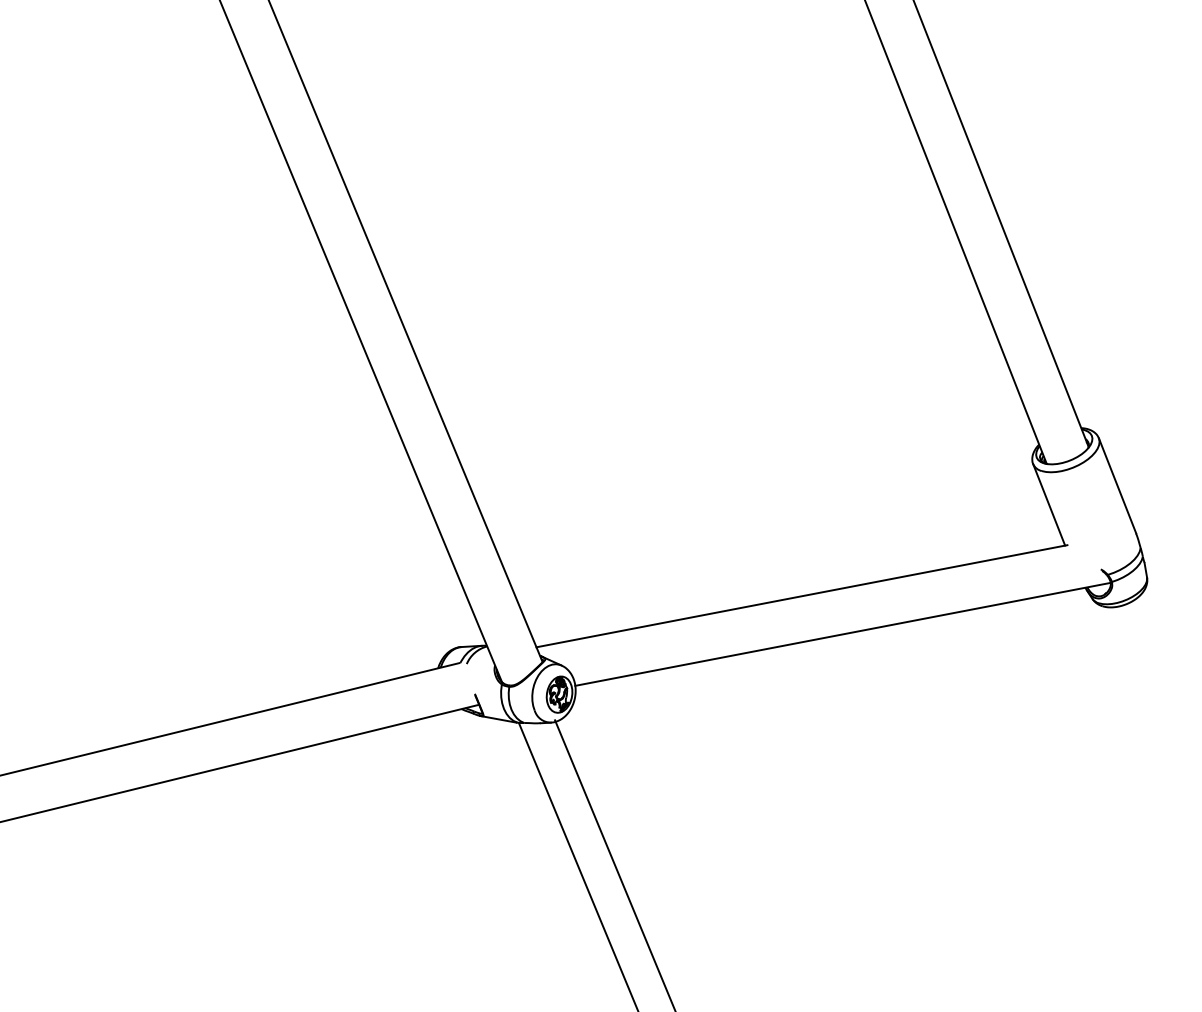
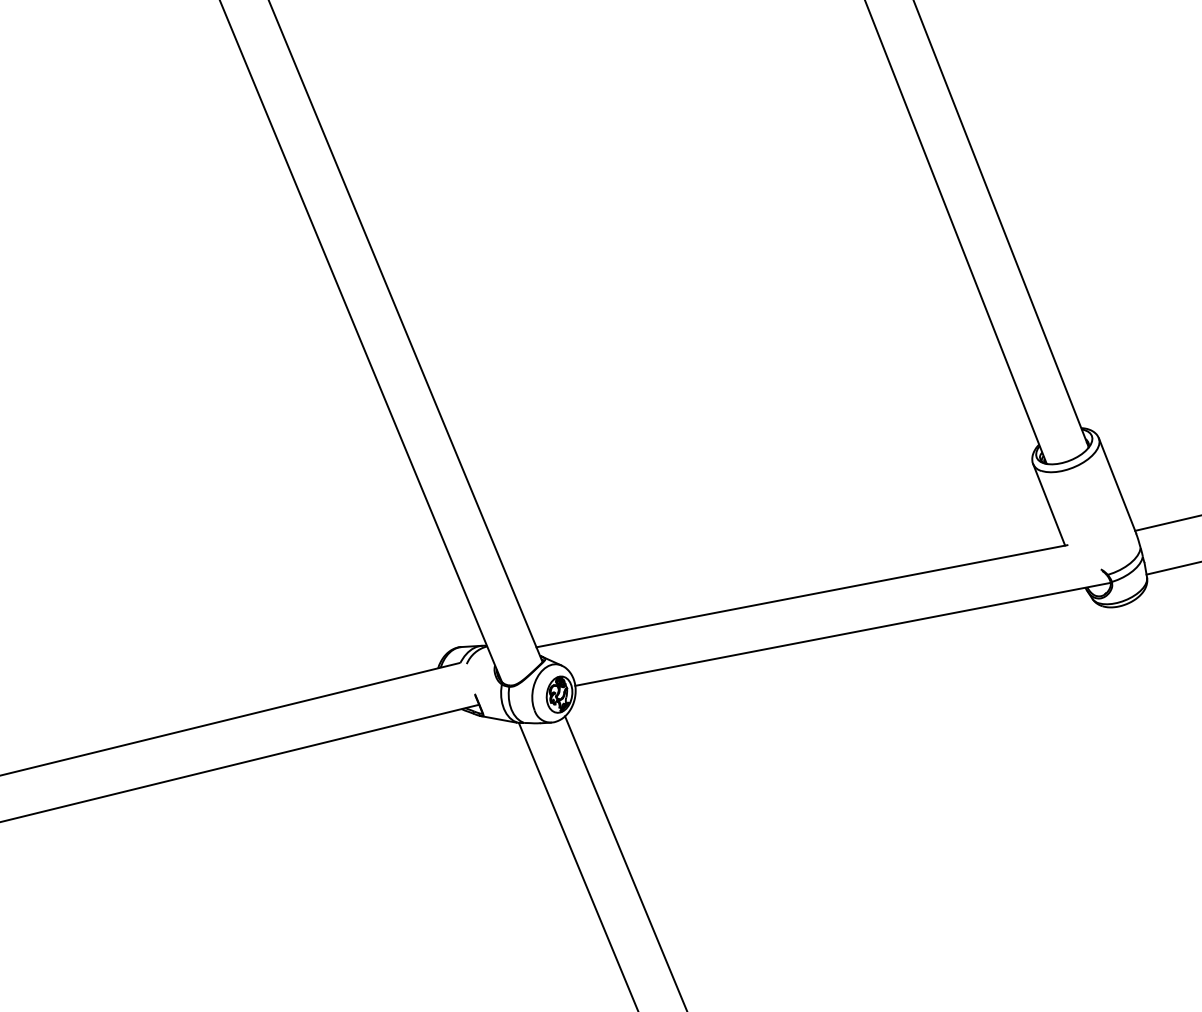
line at (1166, 523): none -> present
line at (1172, 568): none -> present
line at (614, 864) position: (614, 864) -> (625, 862)
